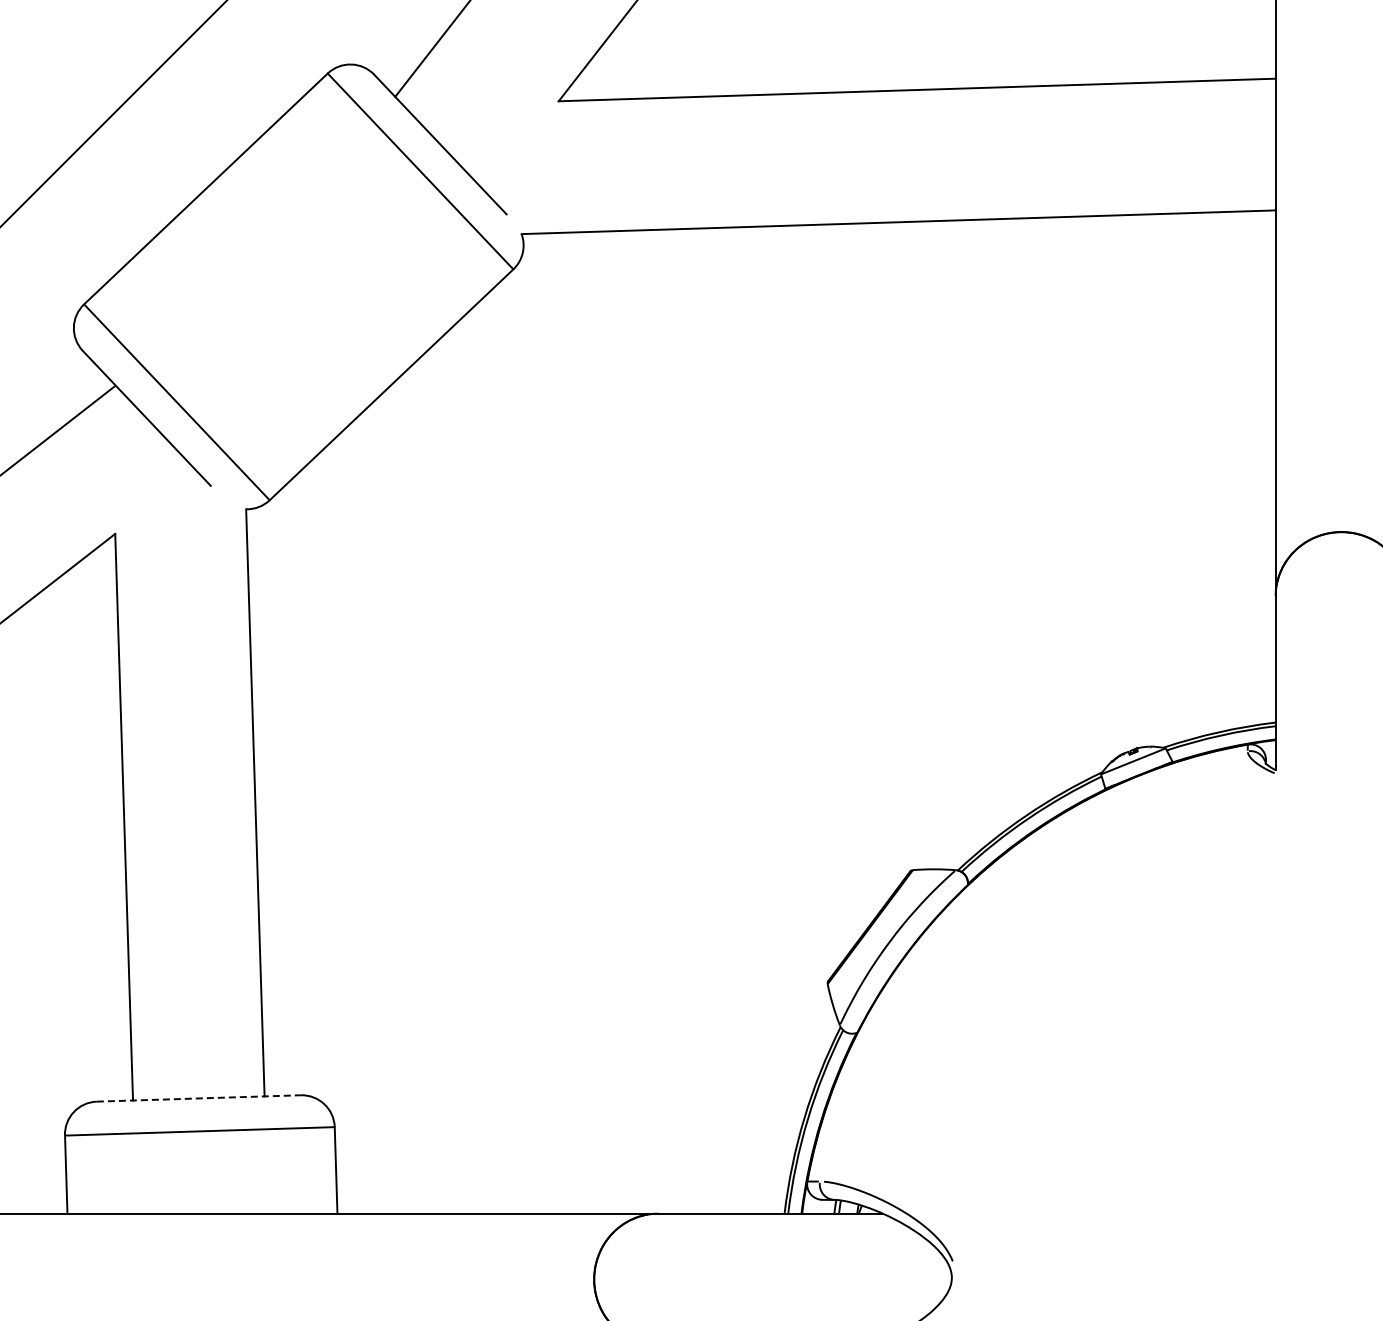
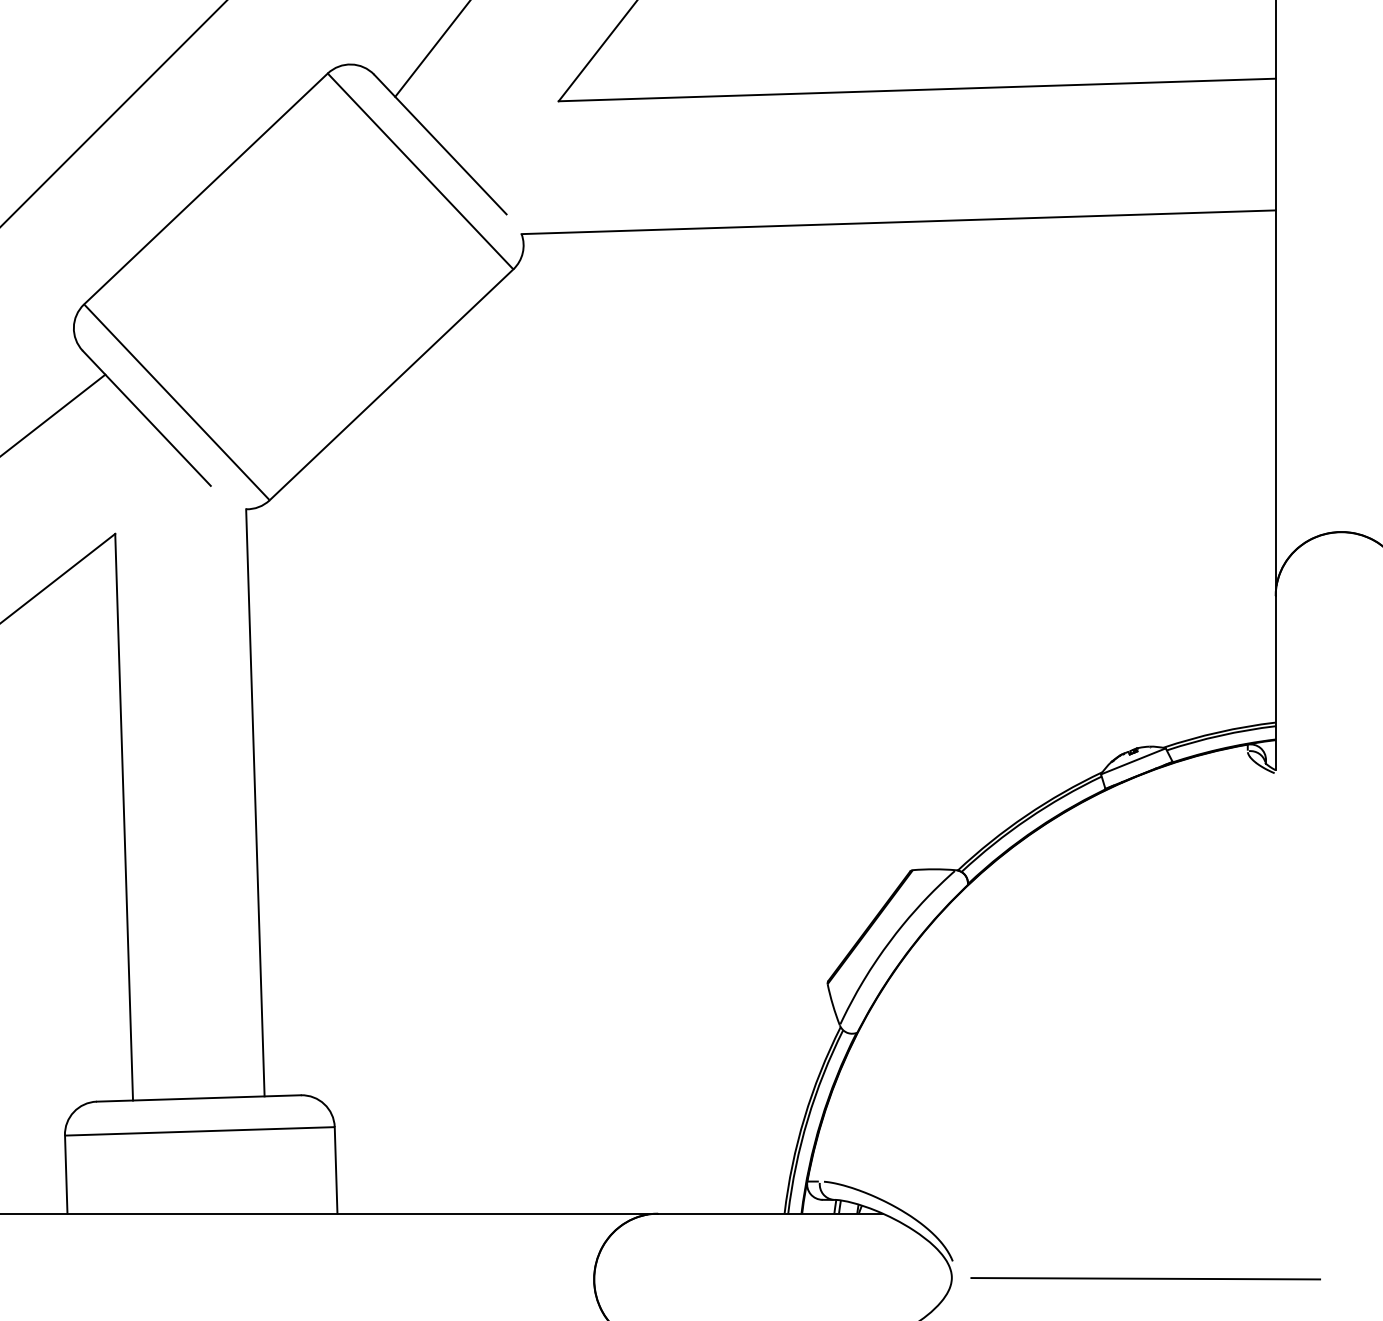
line at (58, 430) position: (58, 430) -> (53, 414)
line at (199, 1098): dashed -> solid
line at (1145, 1278): none -> present
